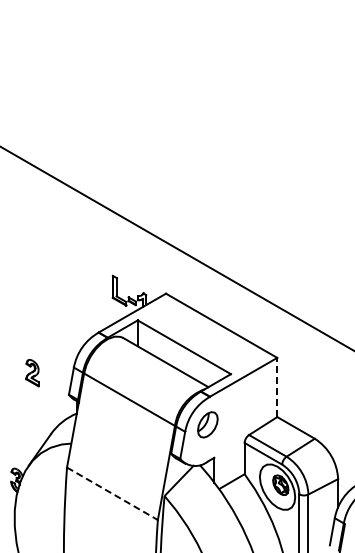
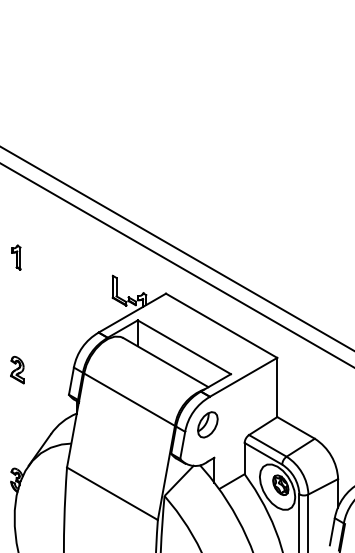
part at (16, 257): none -> present
line at (176, 265): none -> present
part at (32, 372) position: (32, 372) -> (17, 369)
line at (277, 387): dashed -> solid
line at (112, 494): dashed -> solid
